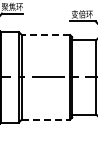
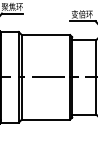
line at (45, 35): dashed -> solid
line at (46, 119): dashed -> solid
